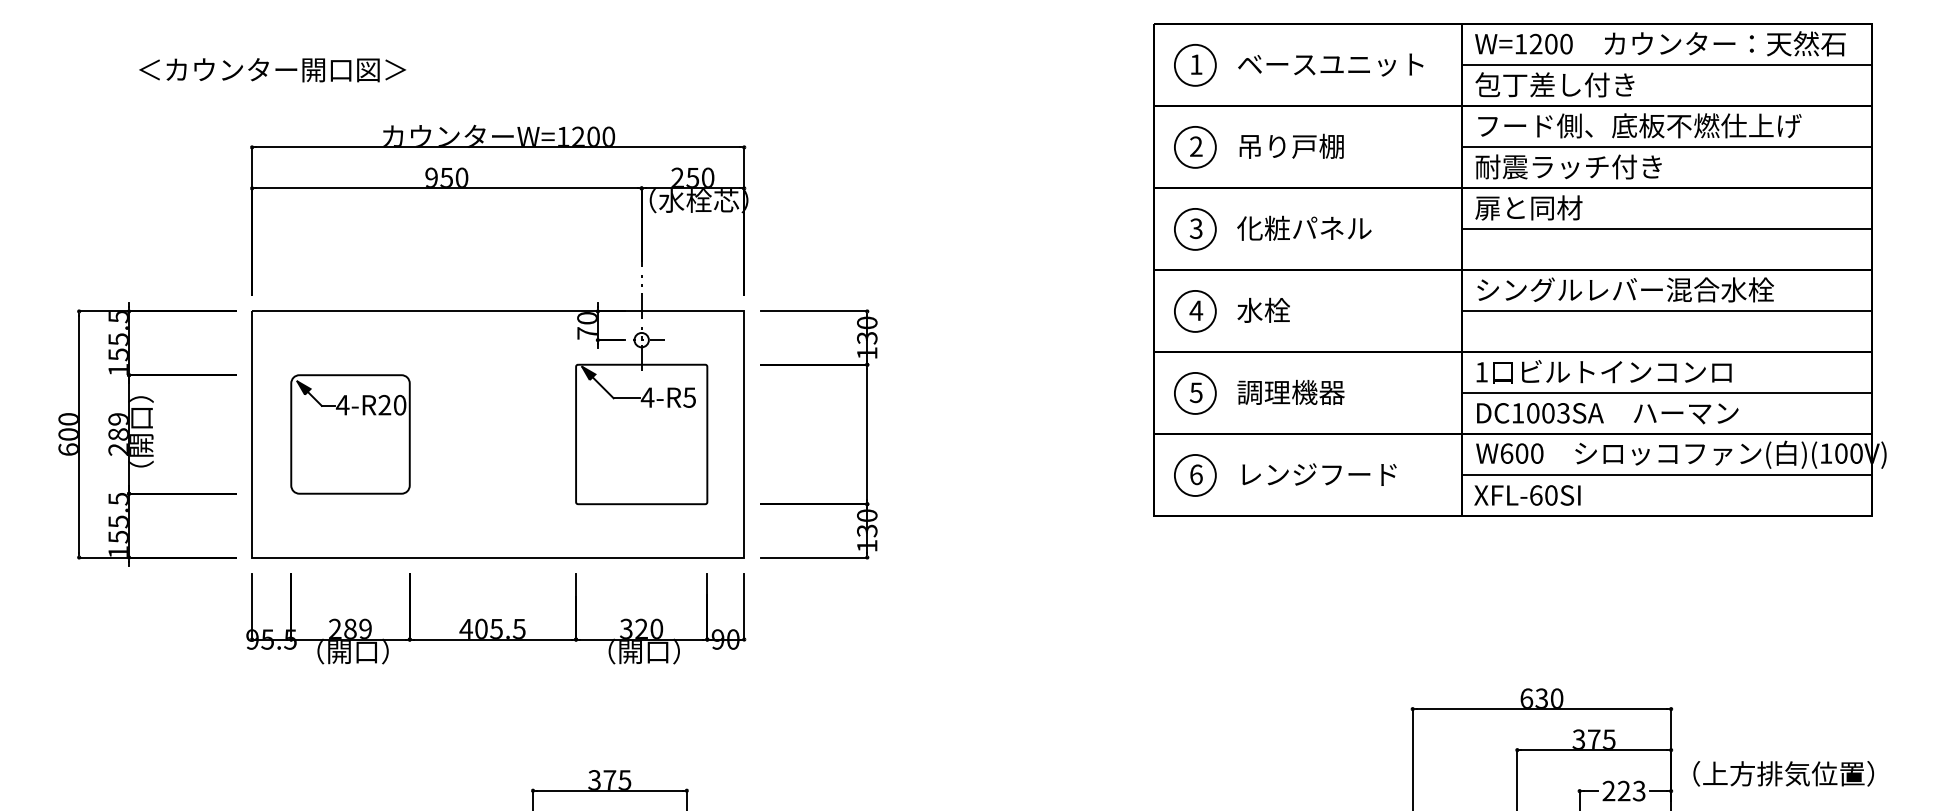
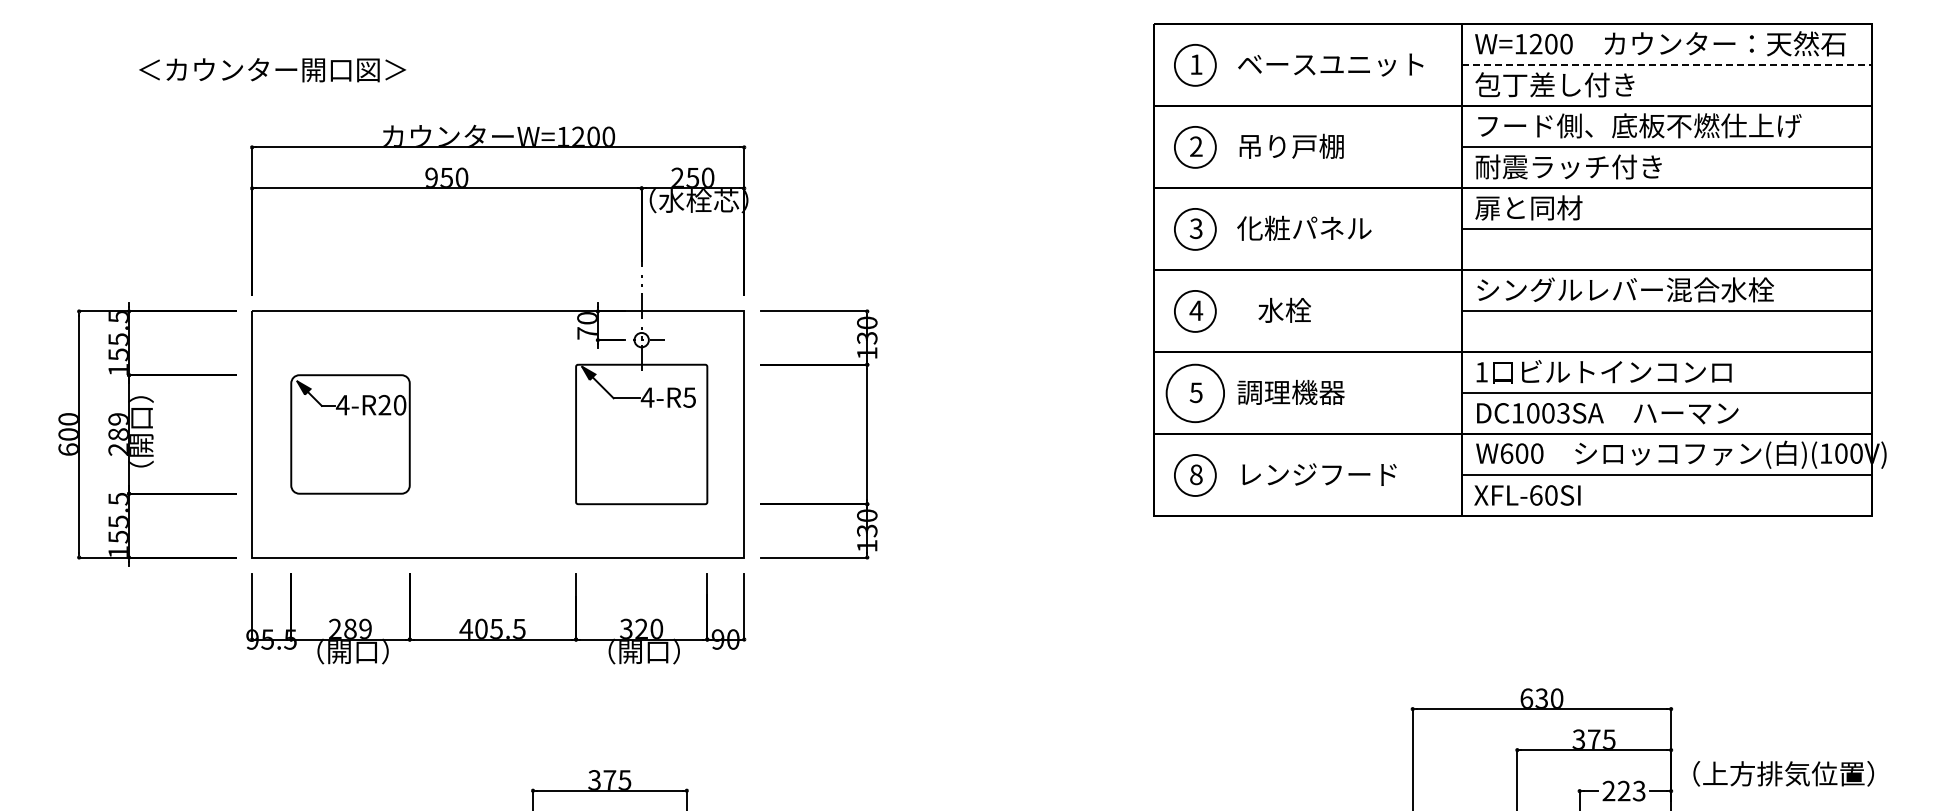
line at (1667, 65): solid -> dashed
text at (1263, 309) position: (1263, 309) -> (1284, 309)
circle at (1194, 392) diameter: 41 px -> 57 px
text at (1196, 474): 6 -> 8
